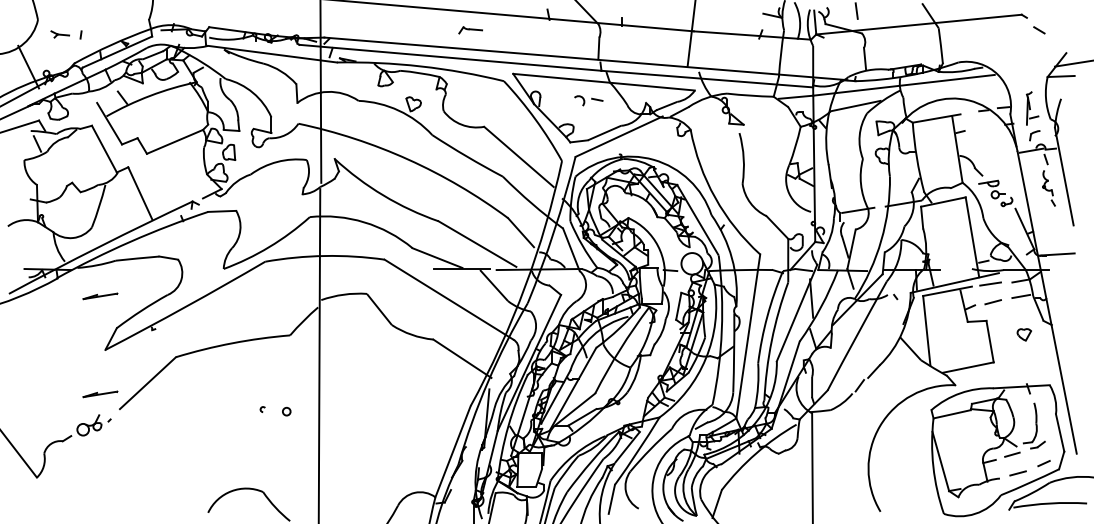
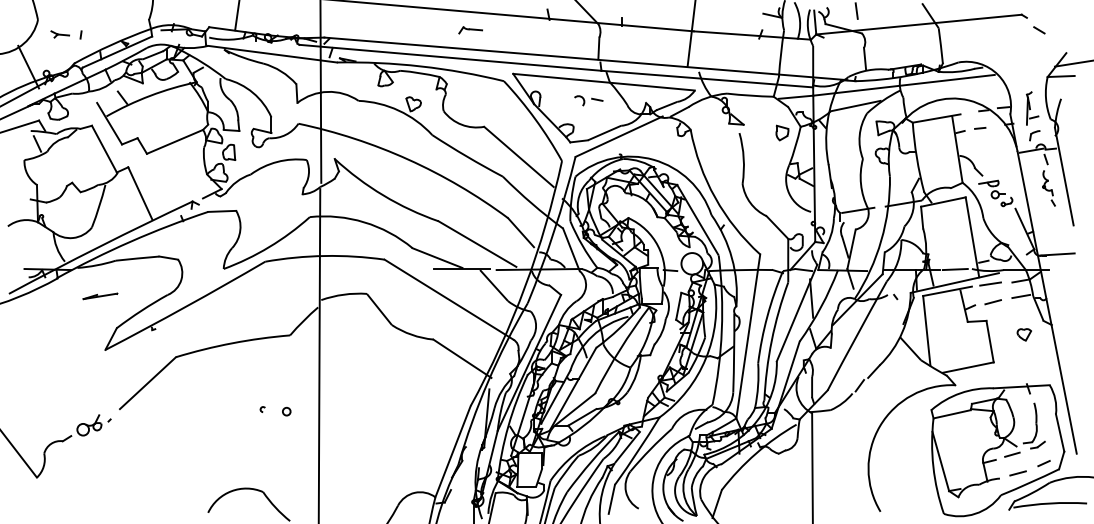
line at (237, 16): none -> present
line at (980, 128): none -> present
part at (782, 132): none -> present
line at (954, 269): none -> present
part at (100, 394): present -> none
